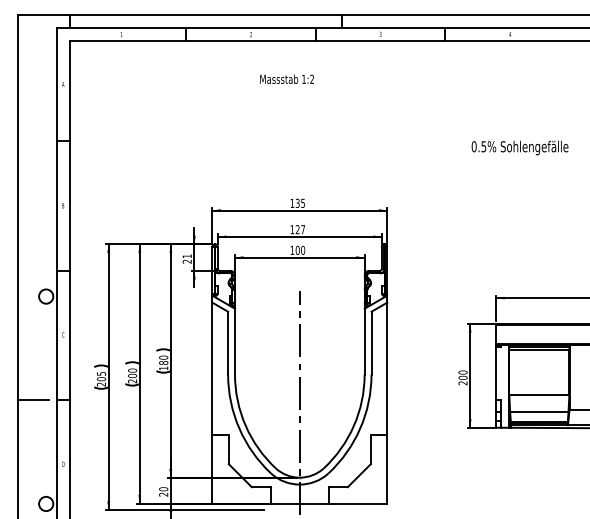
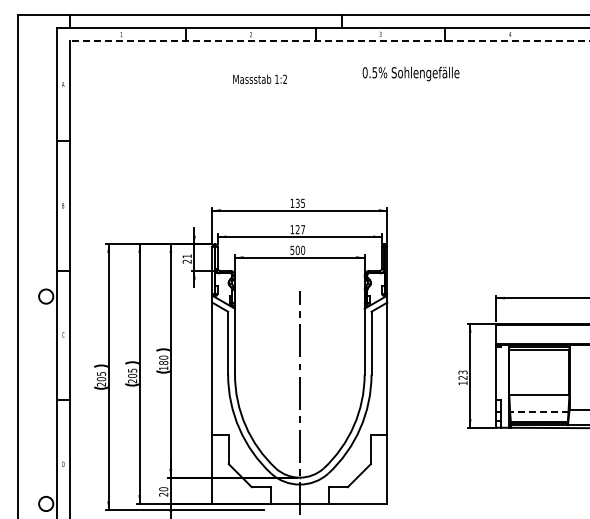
line at (329, 41): solid -> dashed
text at (286, 78) position: (286, 78) -> (259, 78)
text at (519, 147) position: (519, 147) -> (410, 73)
text at (292, 249): 100 -> 500
text at (132, 370): 200 -> 205
text at (462, 377): 200 -> 123
line at (32, 400): present -> none
line at (538, 412): solid -> dashed
